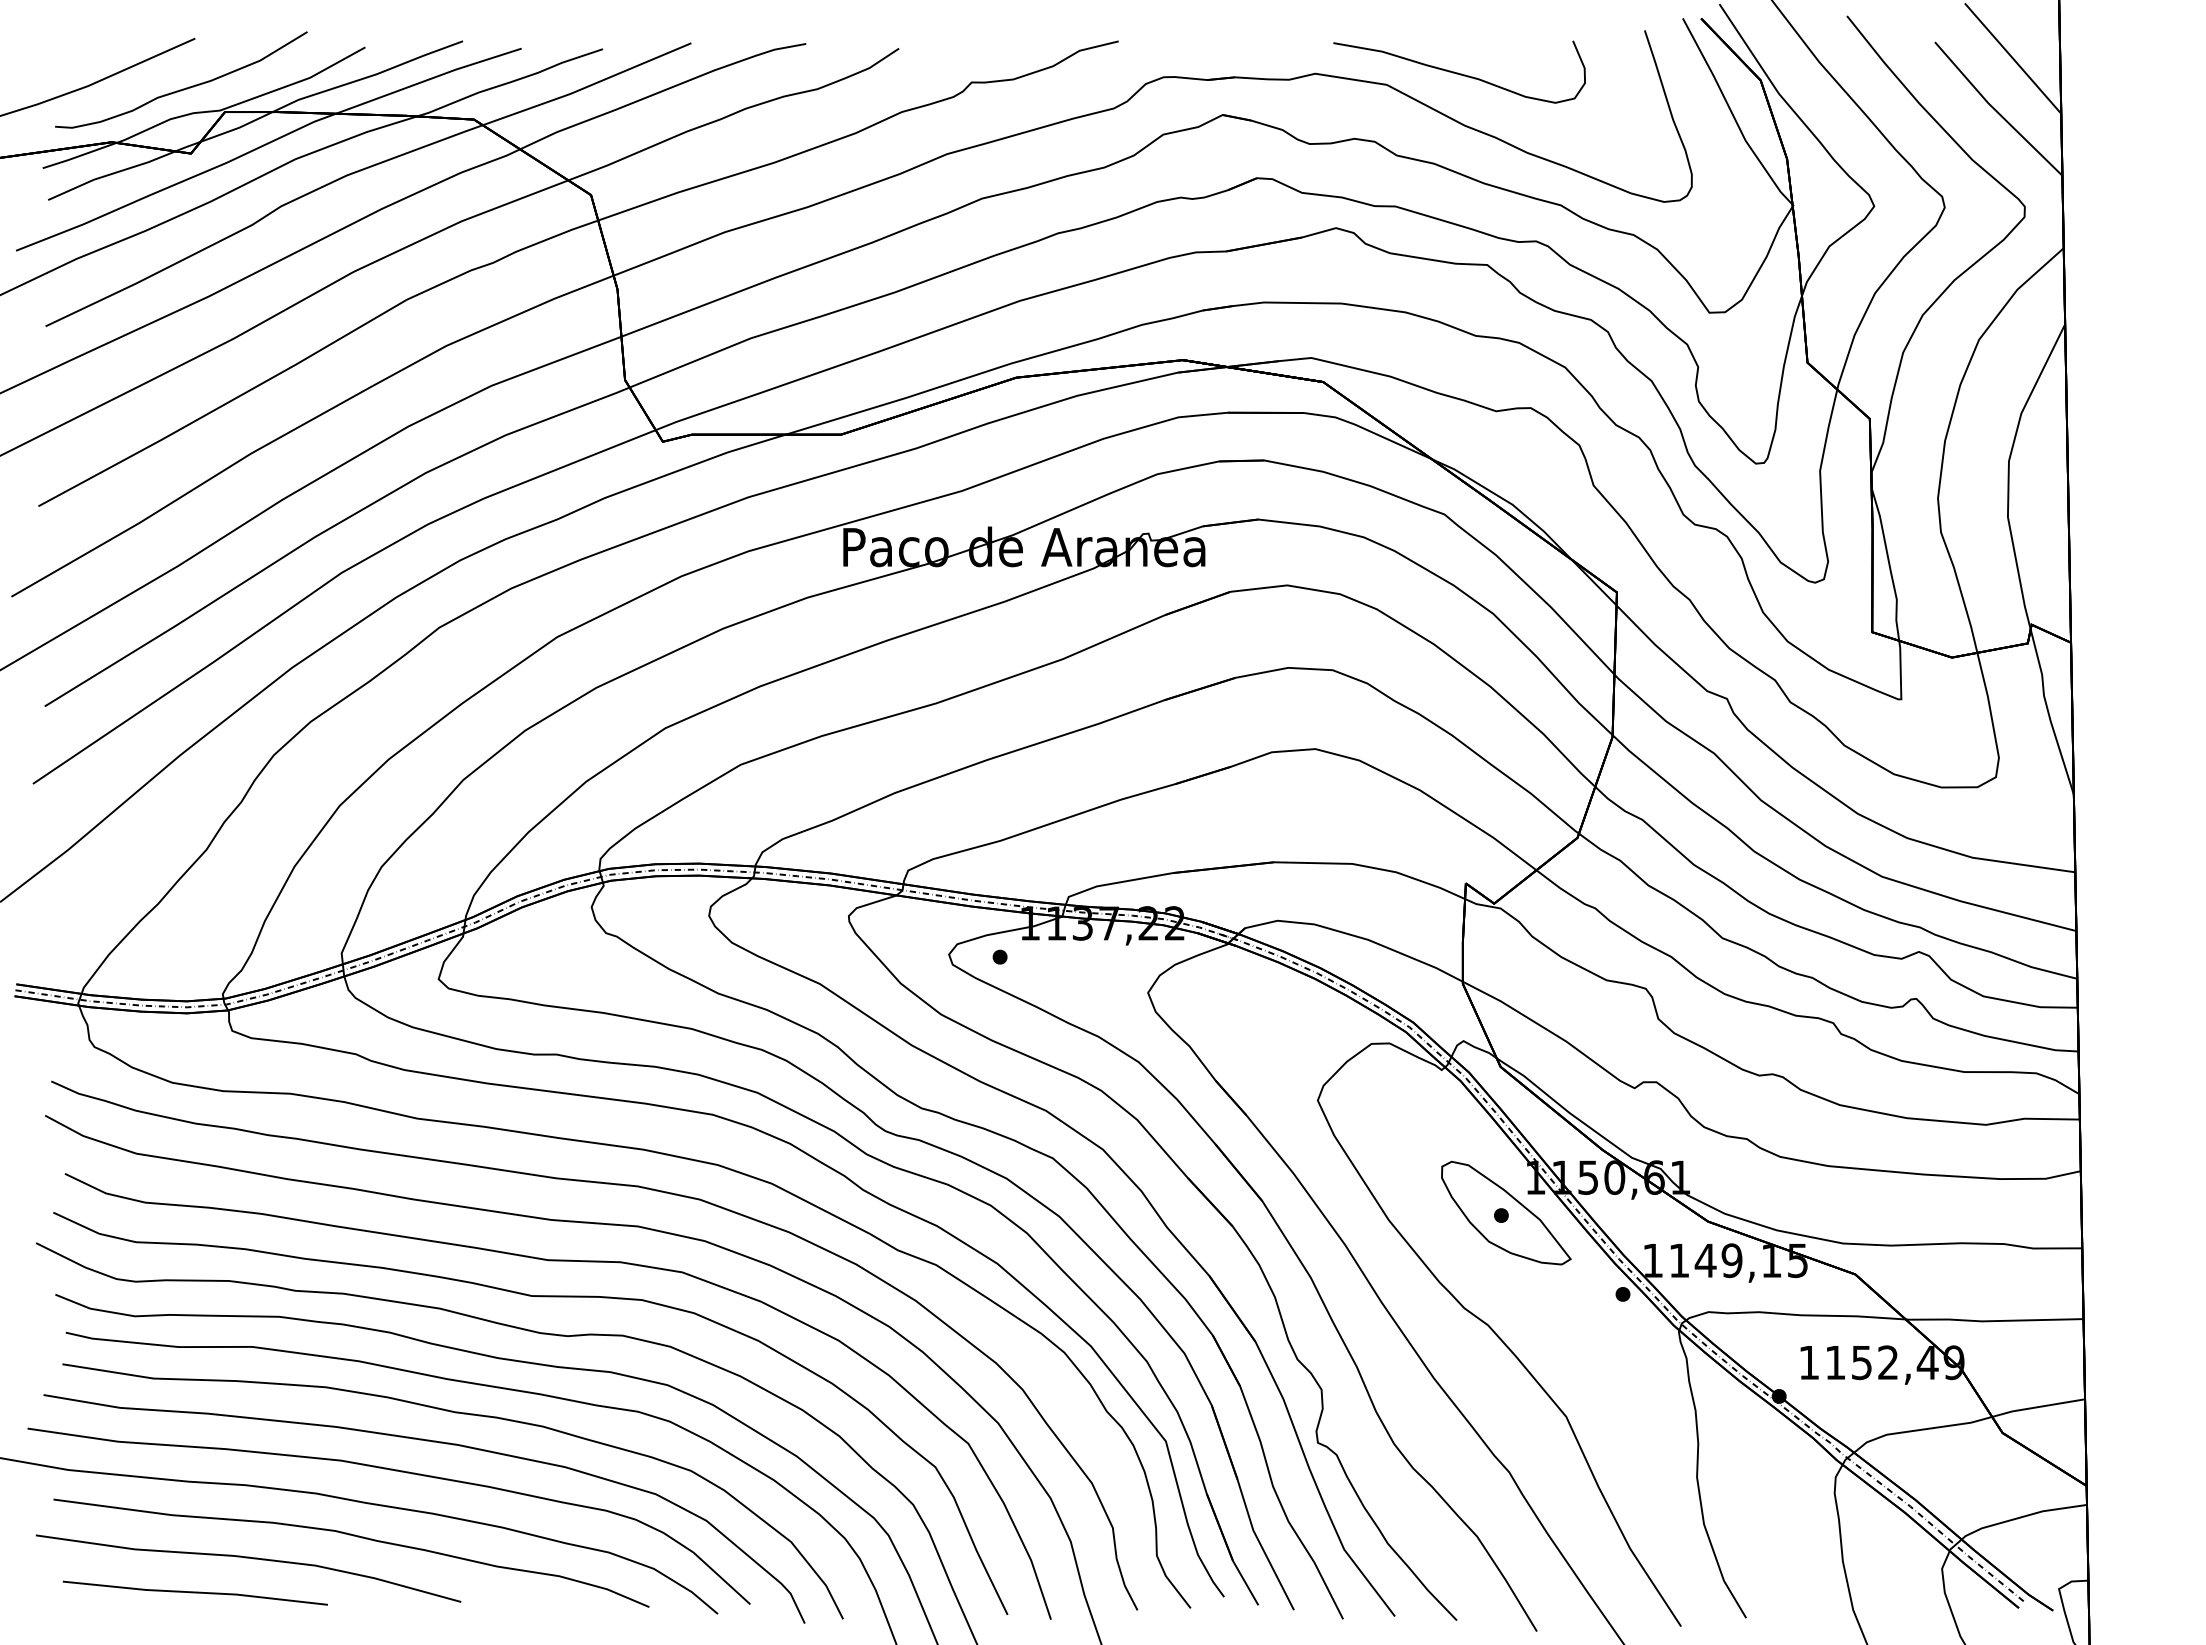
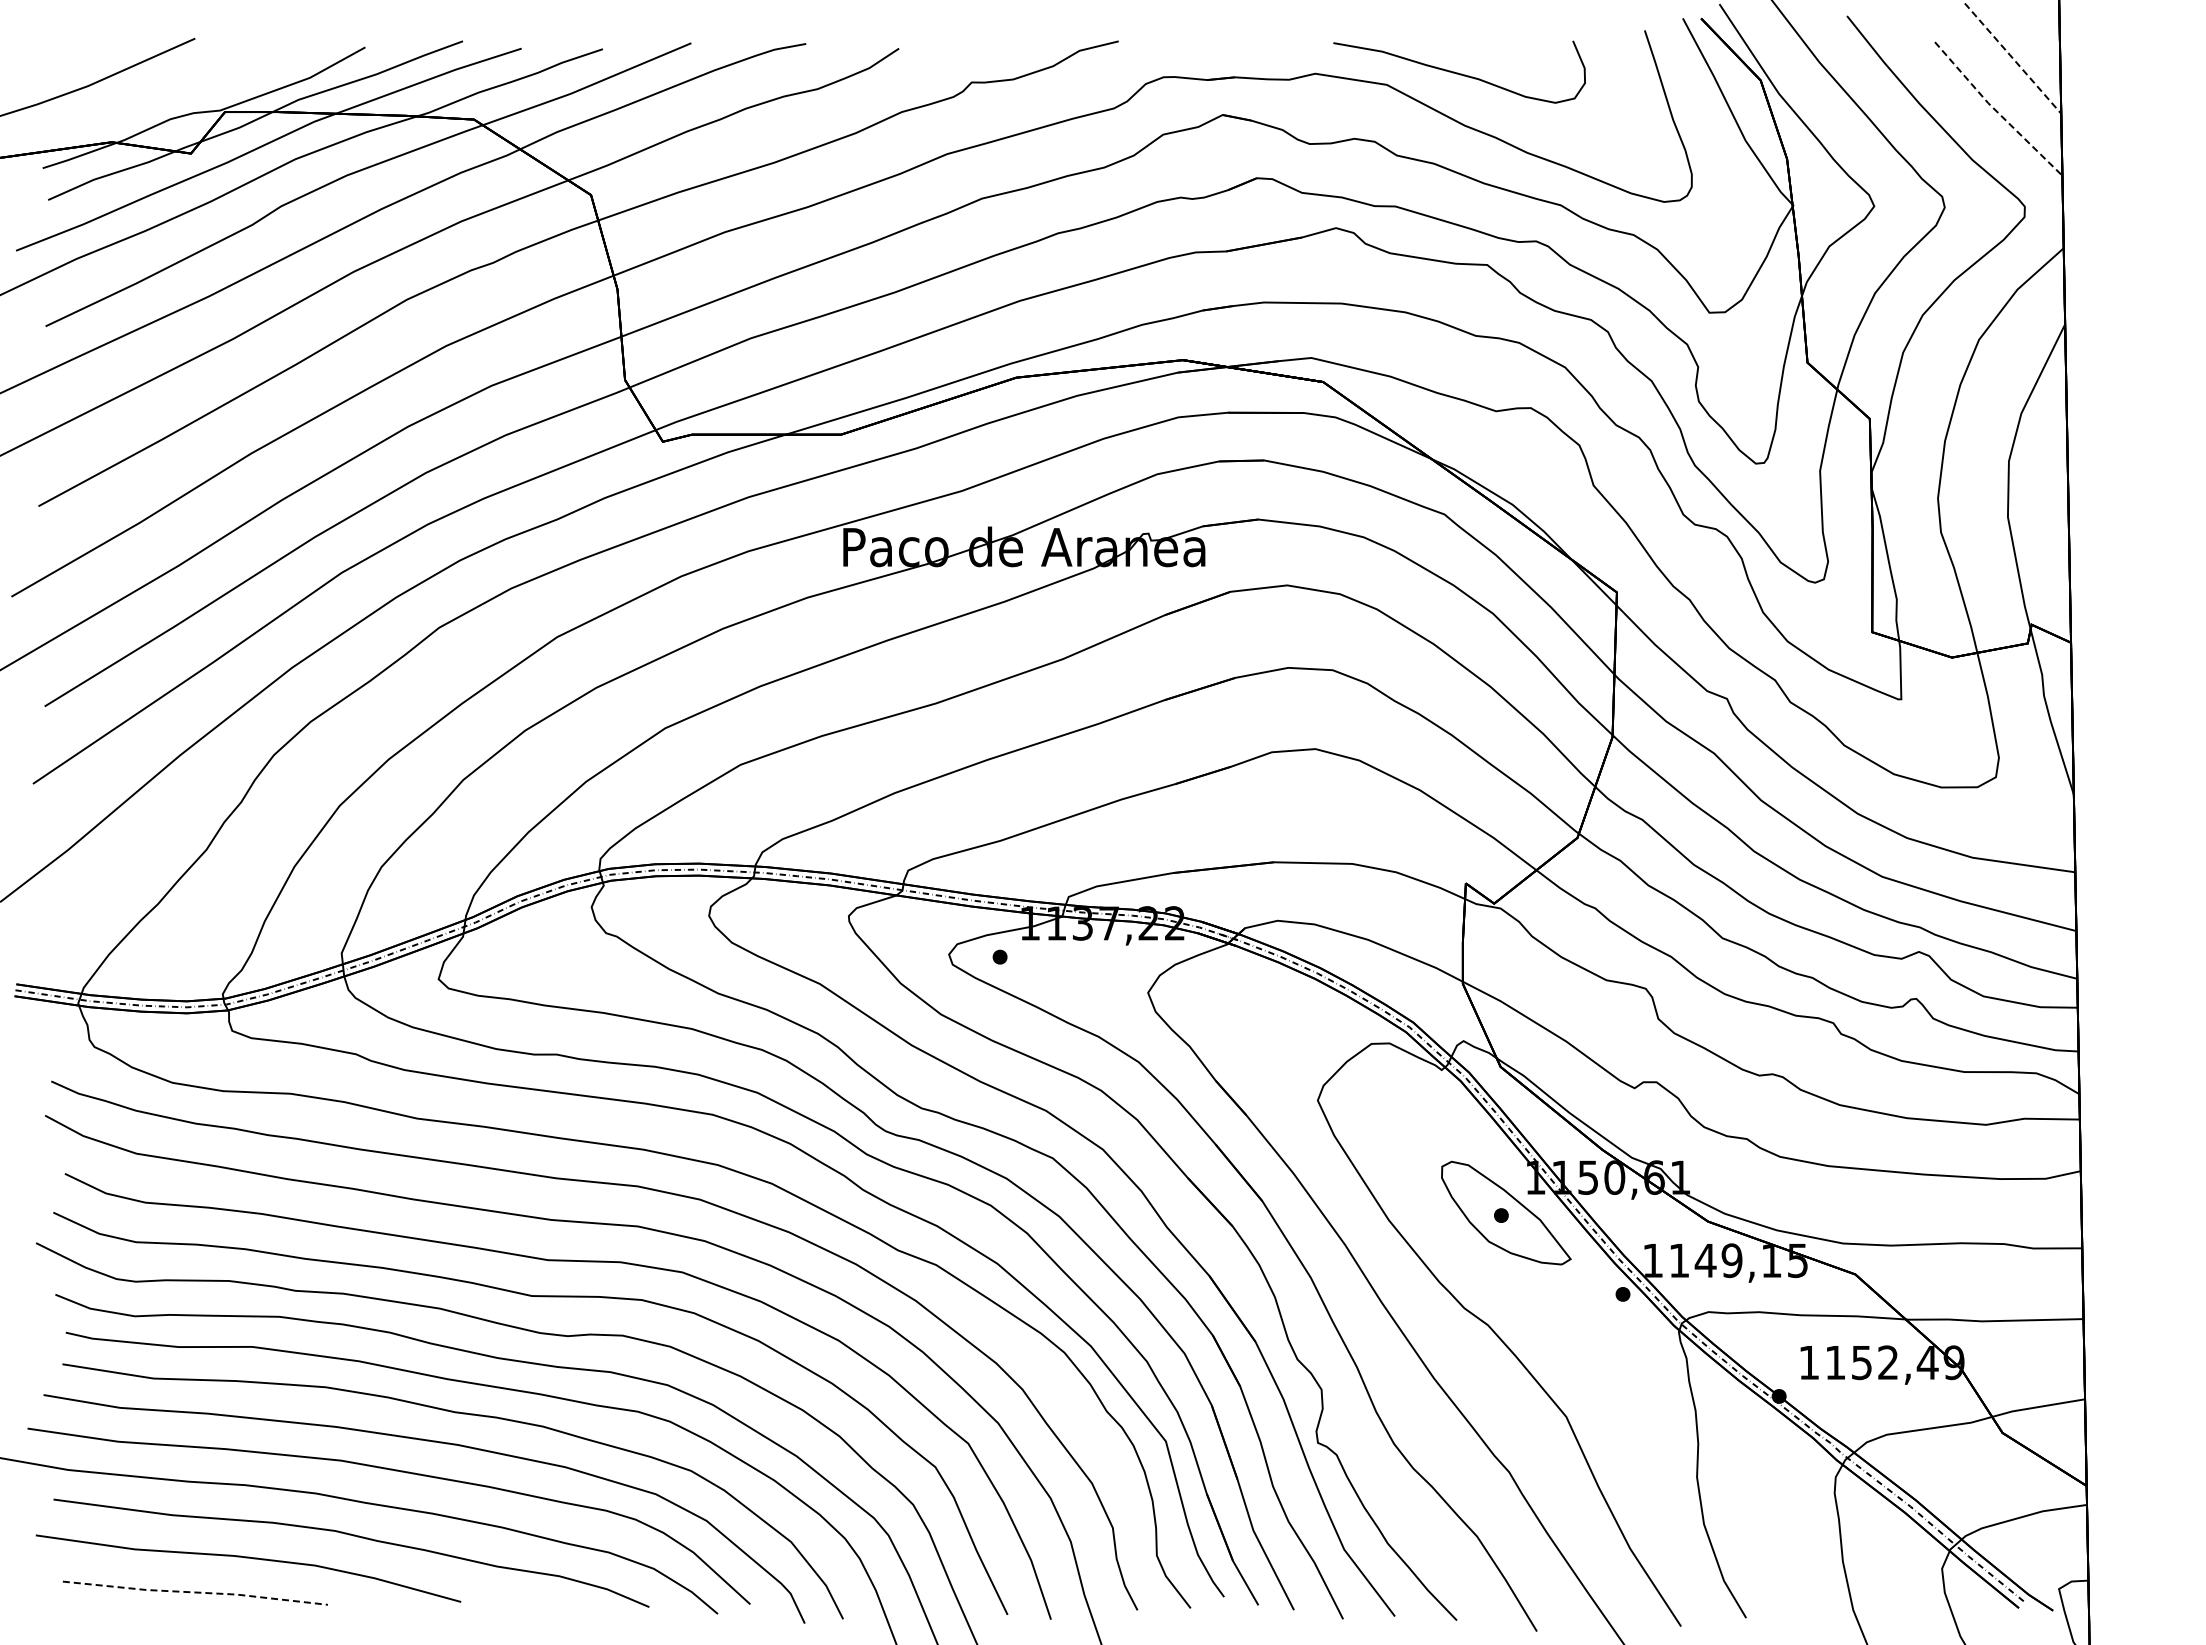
line at (2013, 58): solid -> dashed
curve at (182, 88): present -> none
line at (1996, 110): solid -> dashed
line at (195, 1592): solid -> dashed
